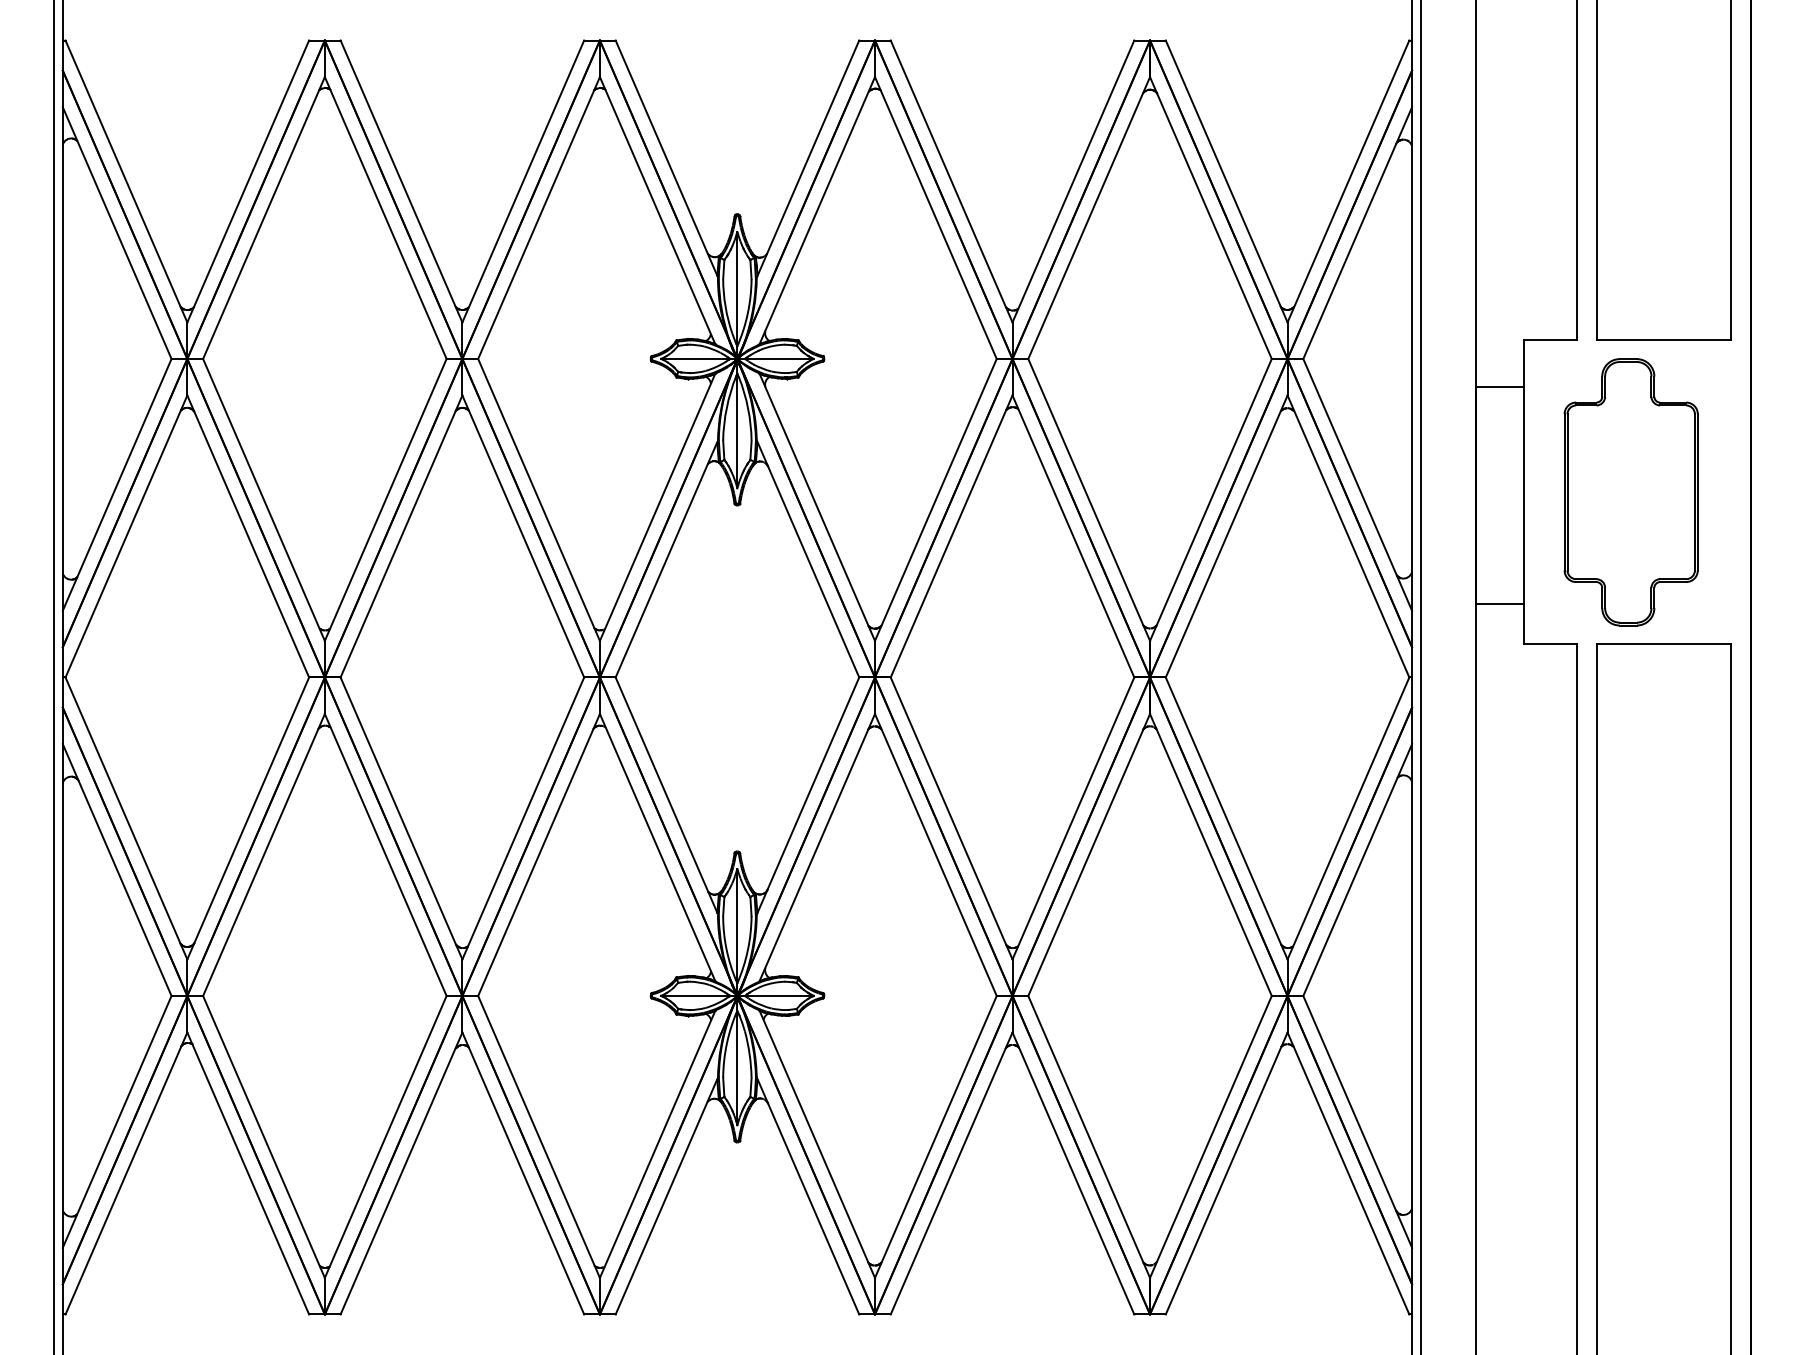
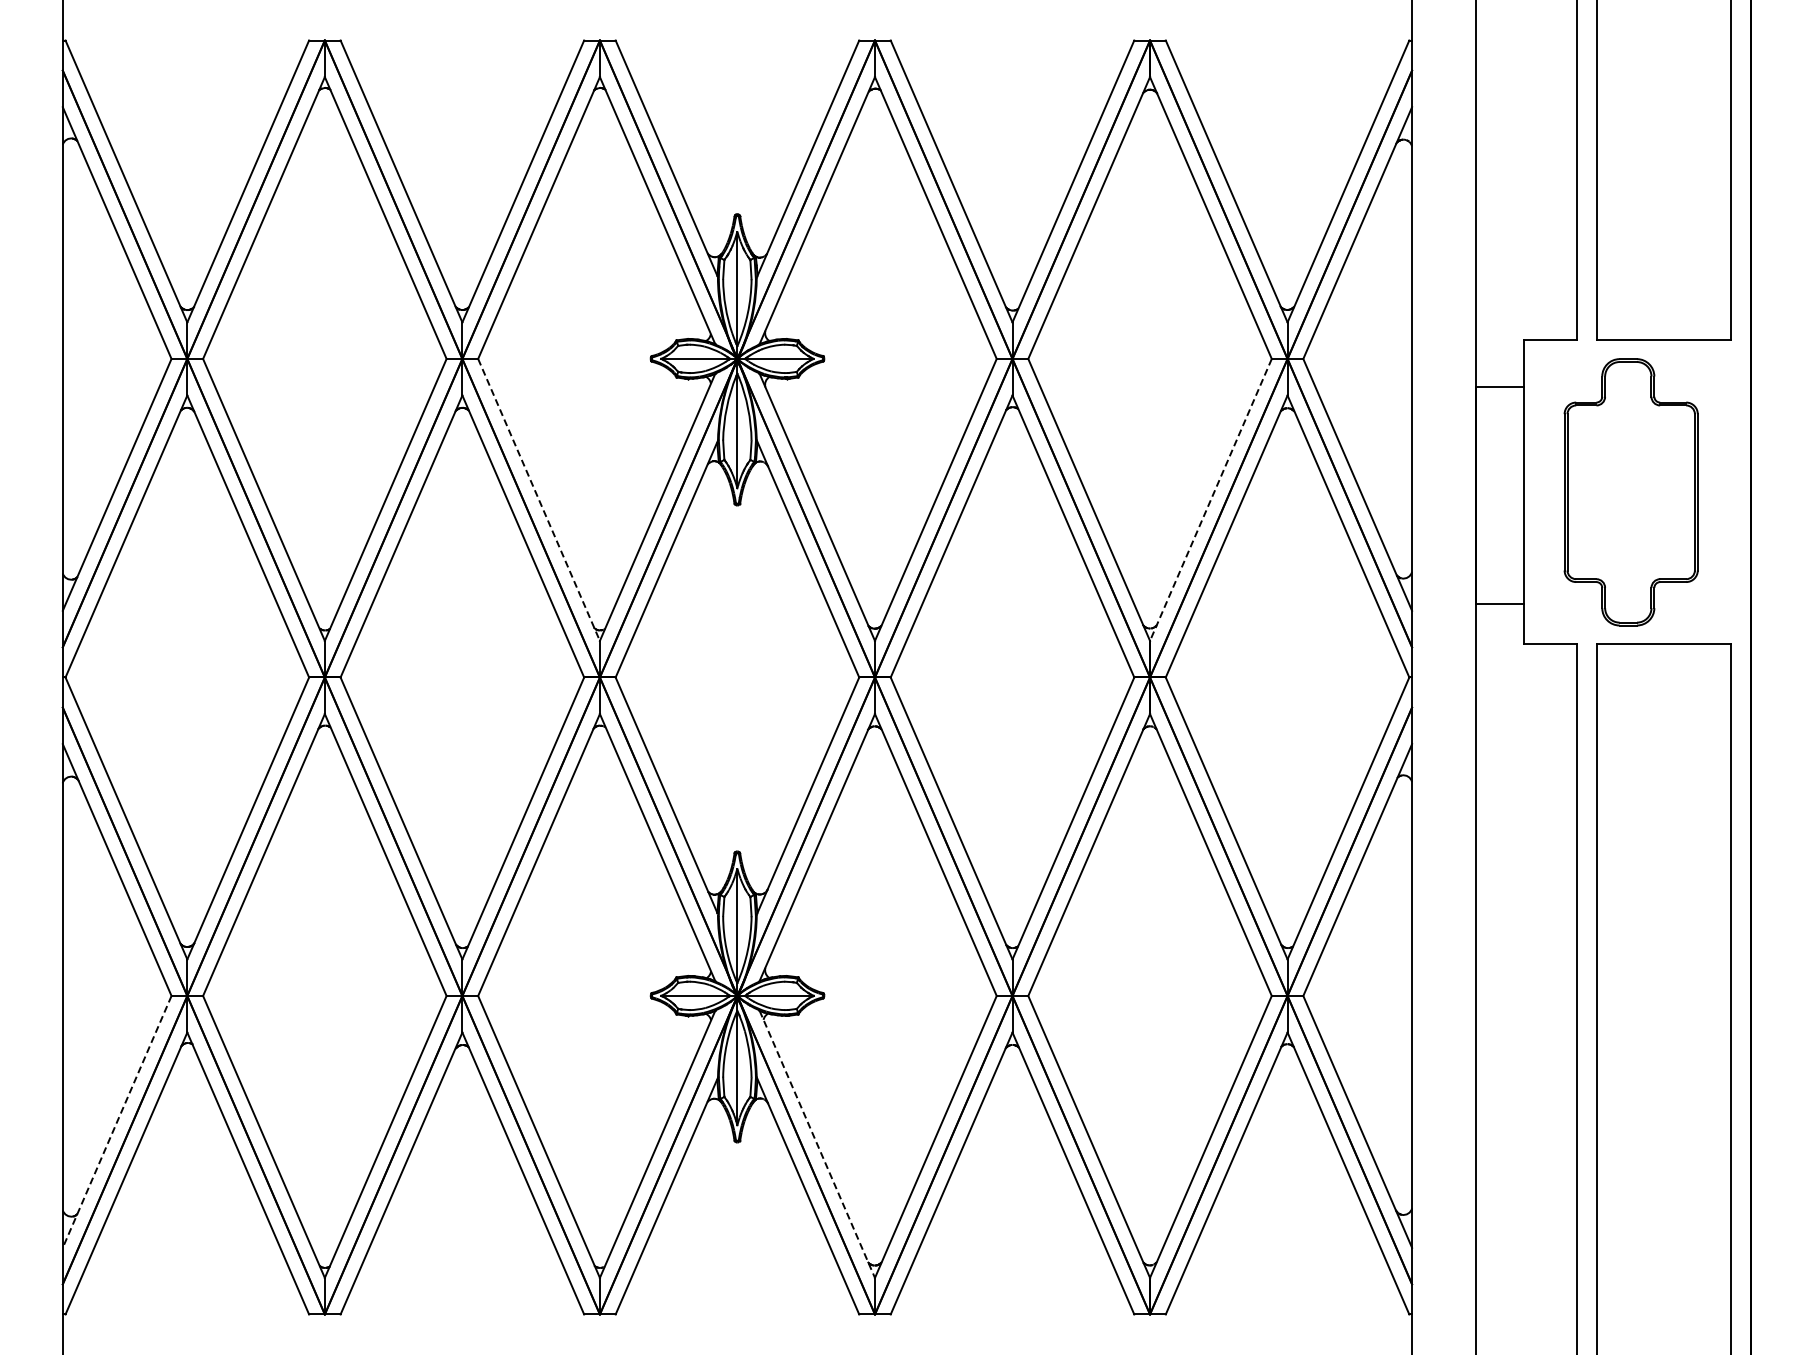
line at (539, 499): solid -> dashed
line at (1210, 499): solid -> dashed
line at (54, 676): present -> none
line at (1420, 676): present -> none
line at (116, 1122): solid -> dashed
line at (817, 1144): solid -> dashed
